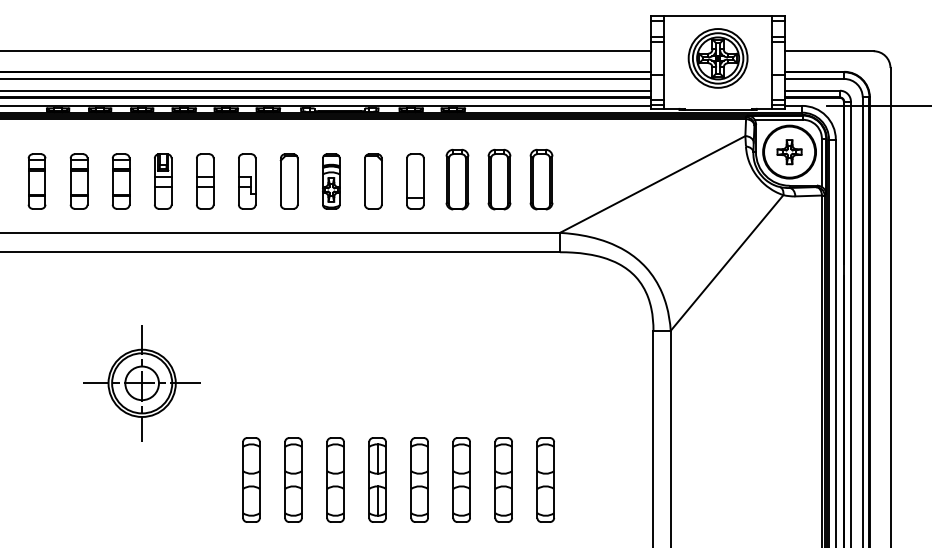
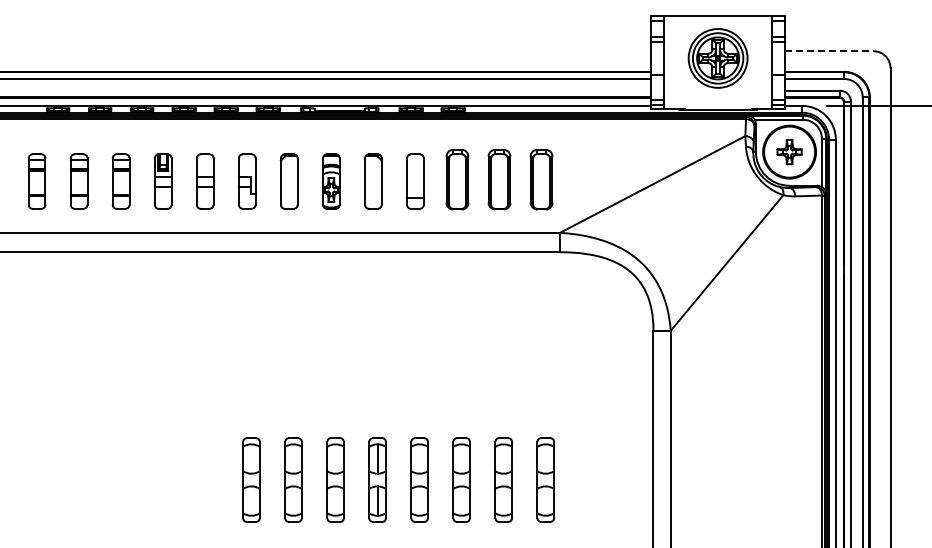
line at (326, 51): present -> none
line at (830, 51): solid -> dashed
line at (326, 90): present -> none
part at (141, 383): present -> none
